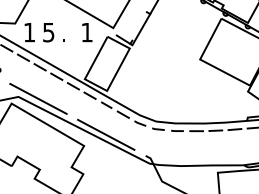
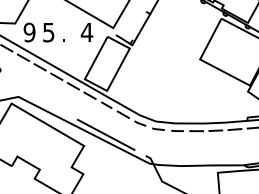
text at (29, 32): 1 -> 9
text at (86, 32): 1 -> 4
line at (38, 98): present -> none
